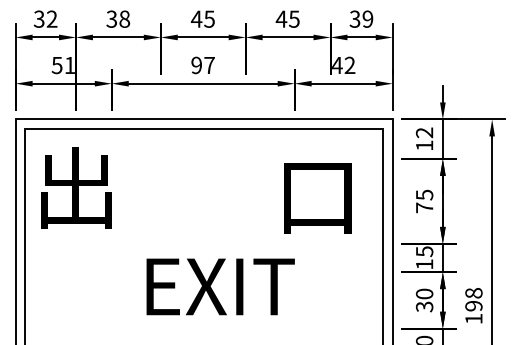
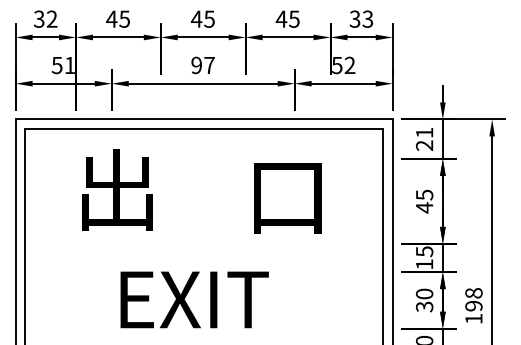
text at (118, 18): 38 -> 45
text at (367, 18): 39 -> 33
text at (337, 65): 42 -> 52
text at (424, 138): 12 -> 21
text at (76, 187) position: (76, 187) -> (117, 189)
text at (317, 198) position: (317, 198) -> (287, 198)
text at (424, 207): 75 -> 45
text at (220, 286) position: (220, 286) -> (194, 299)
